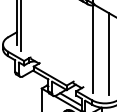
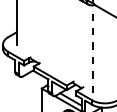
line at (21, 26): present -> none
line at (93, 49): solid -> dashed
line at (109, 53): present -> none
